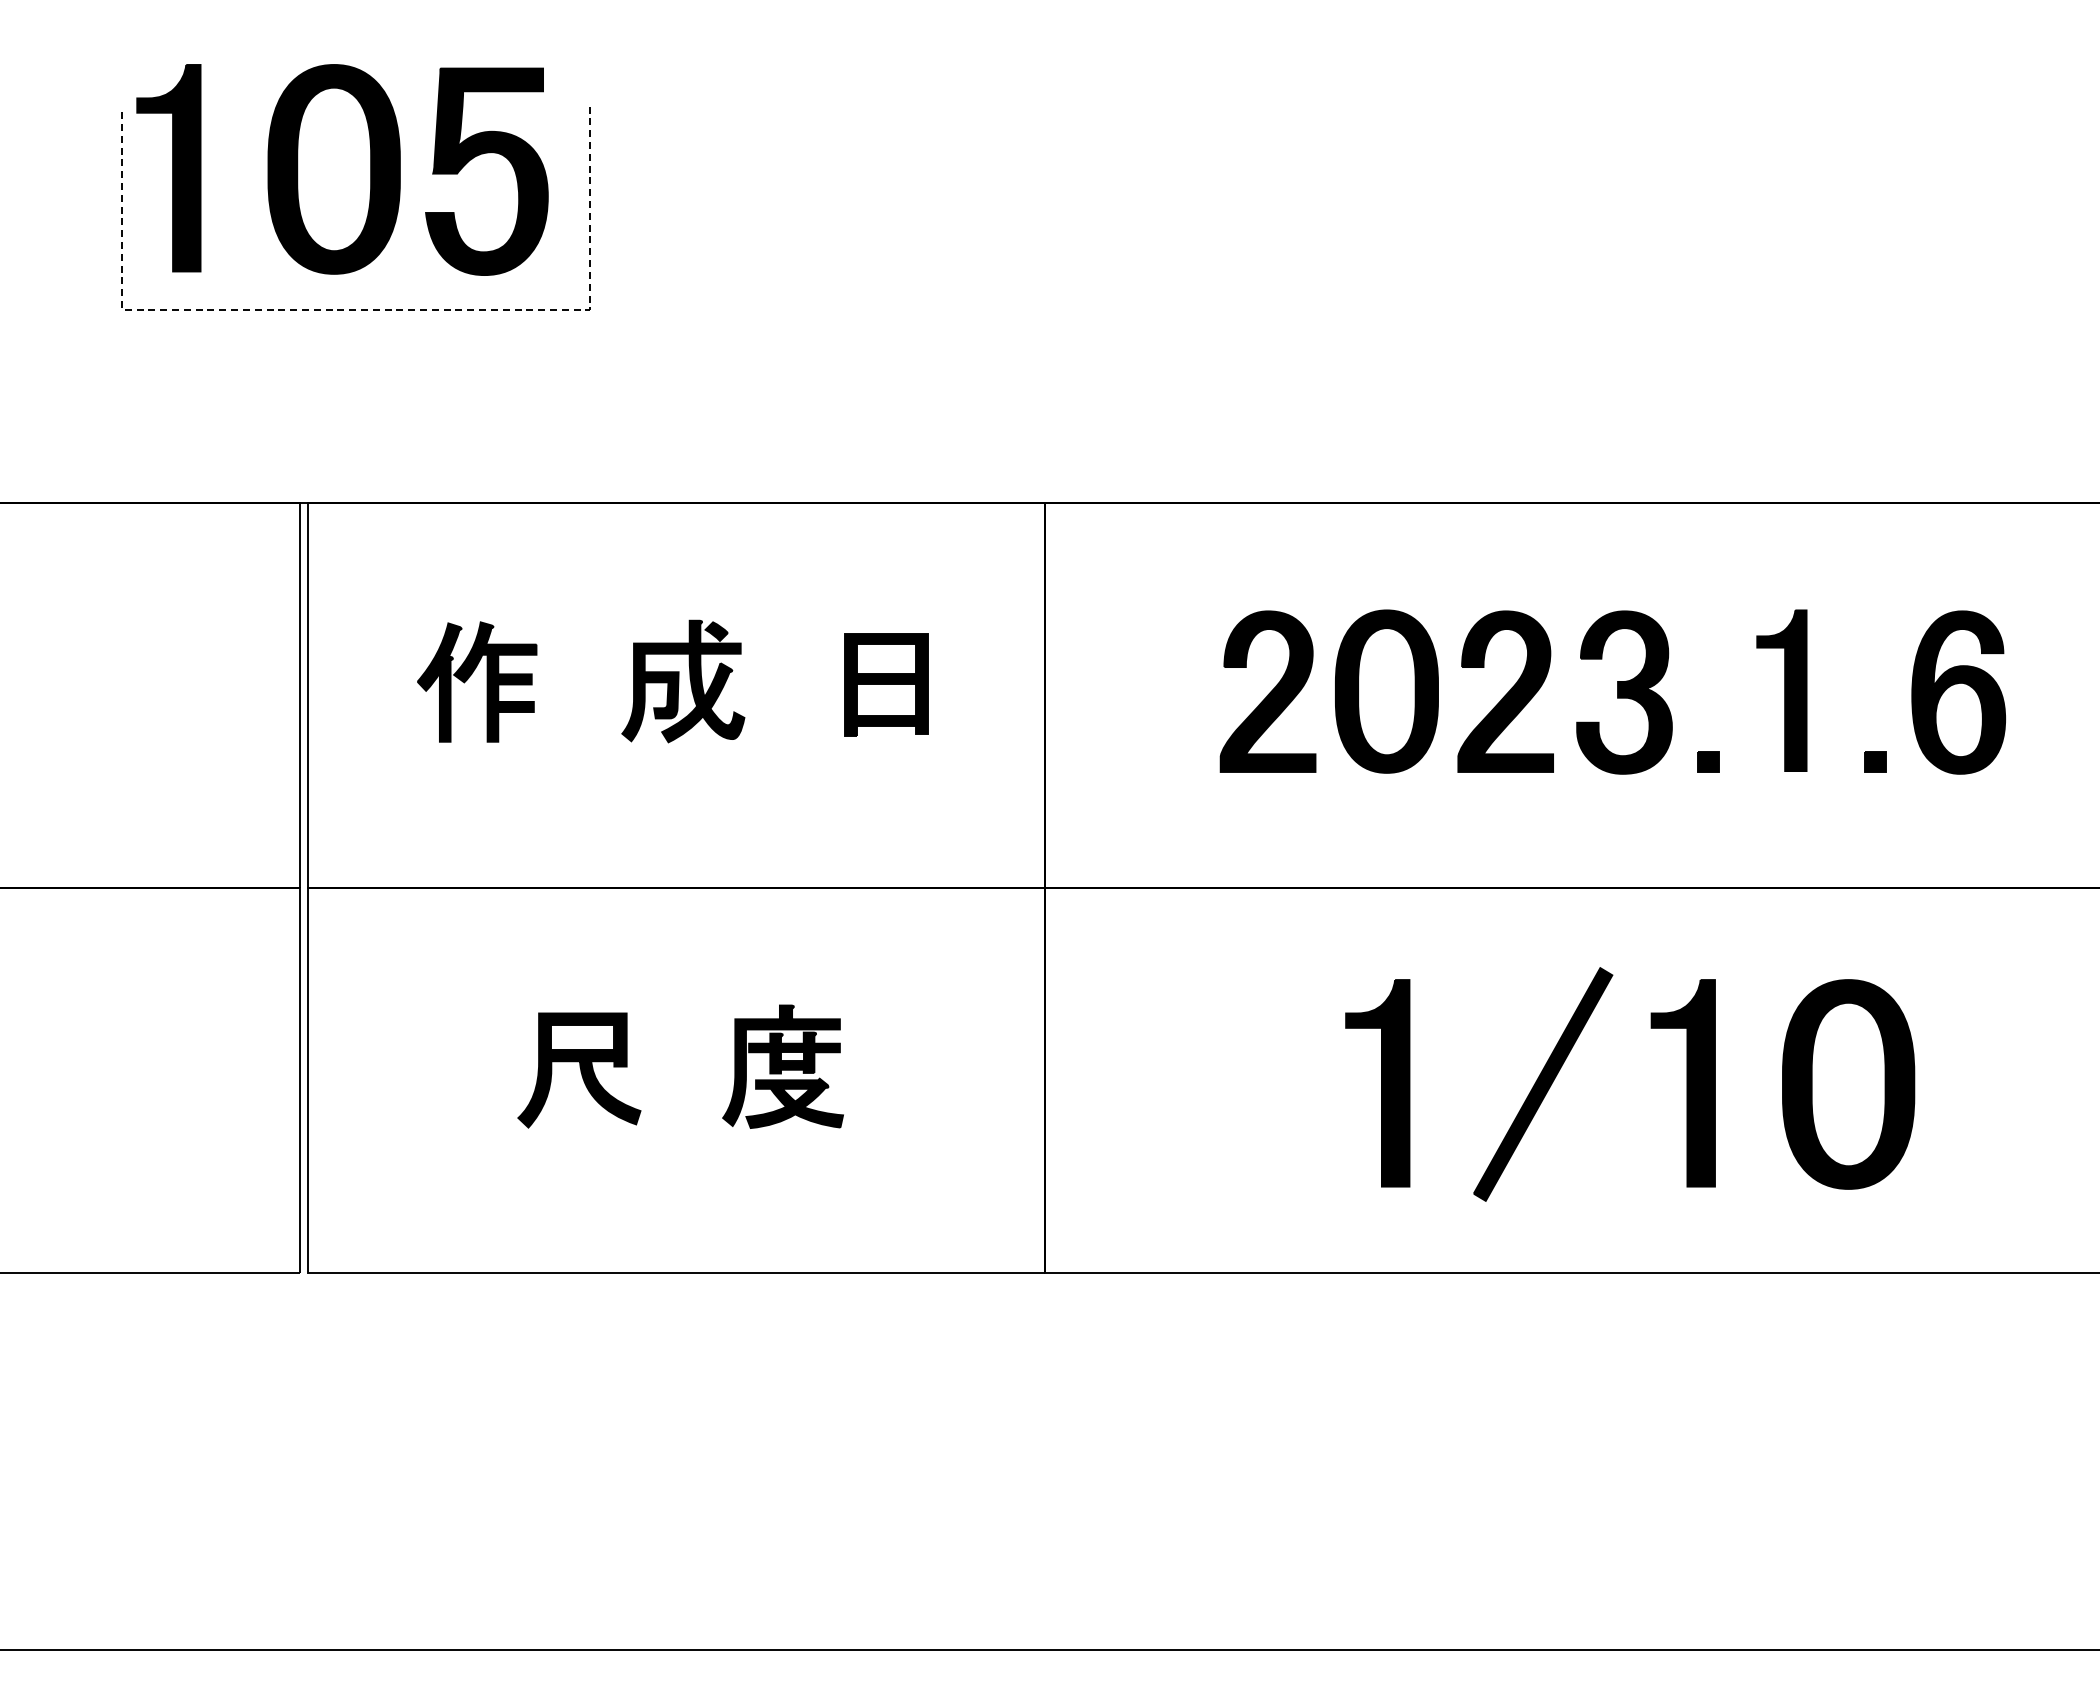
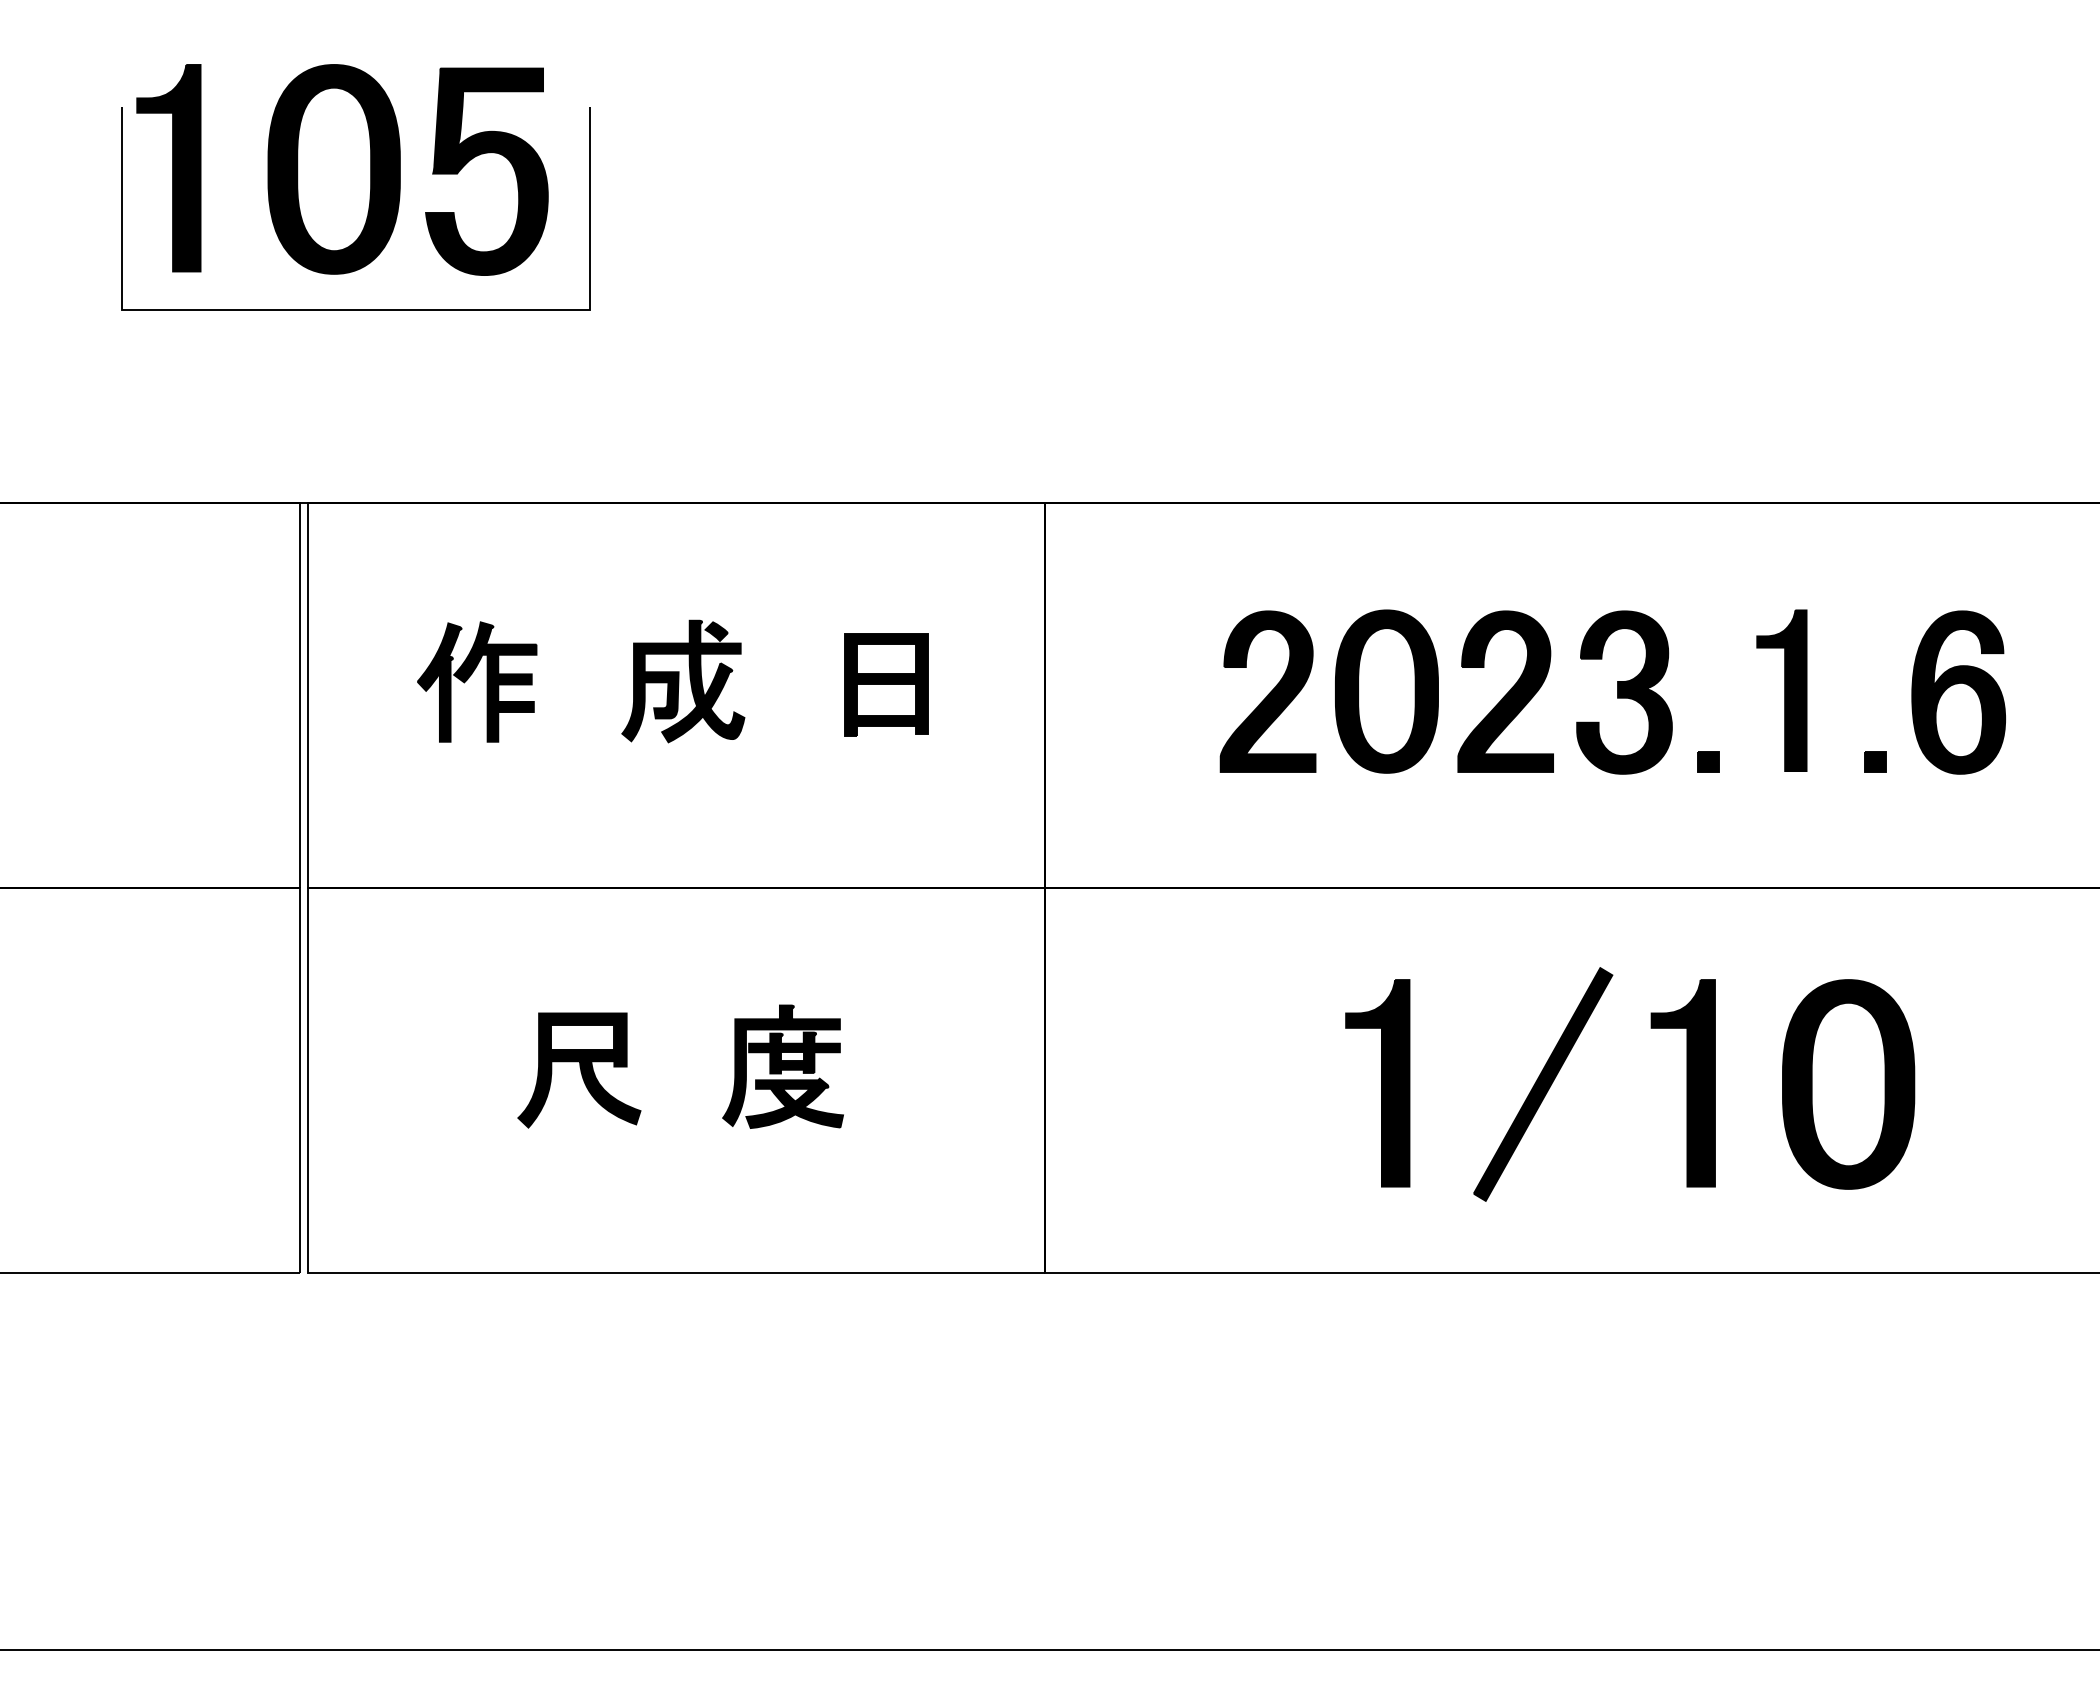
line at (355, 310): dashed -> solid
